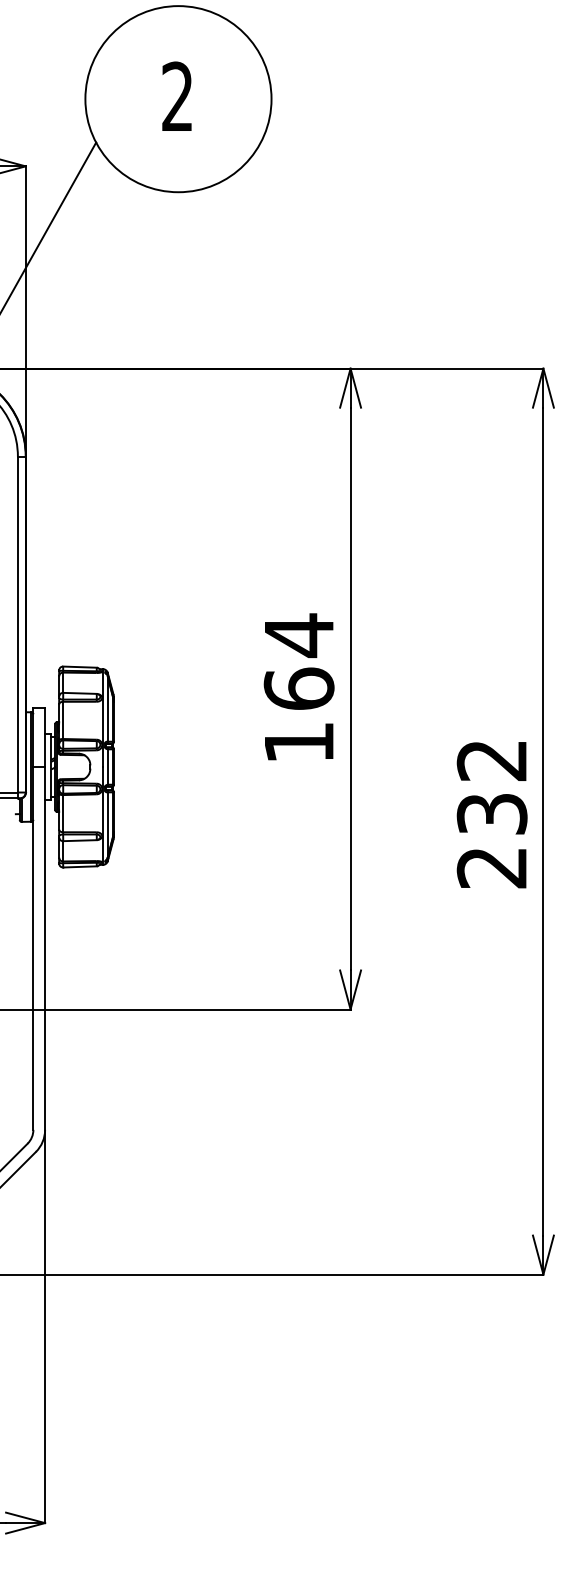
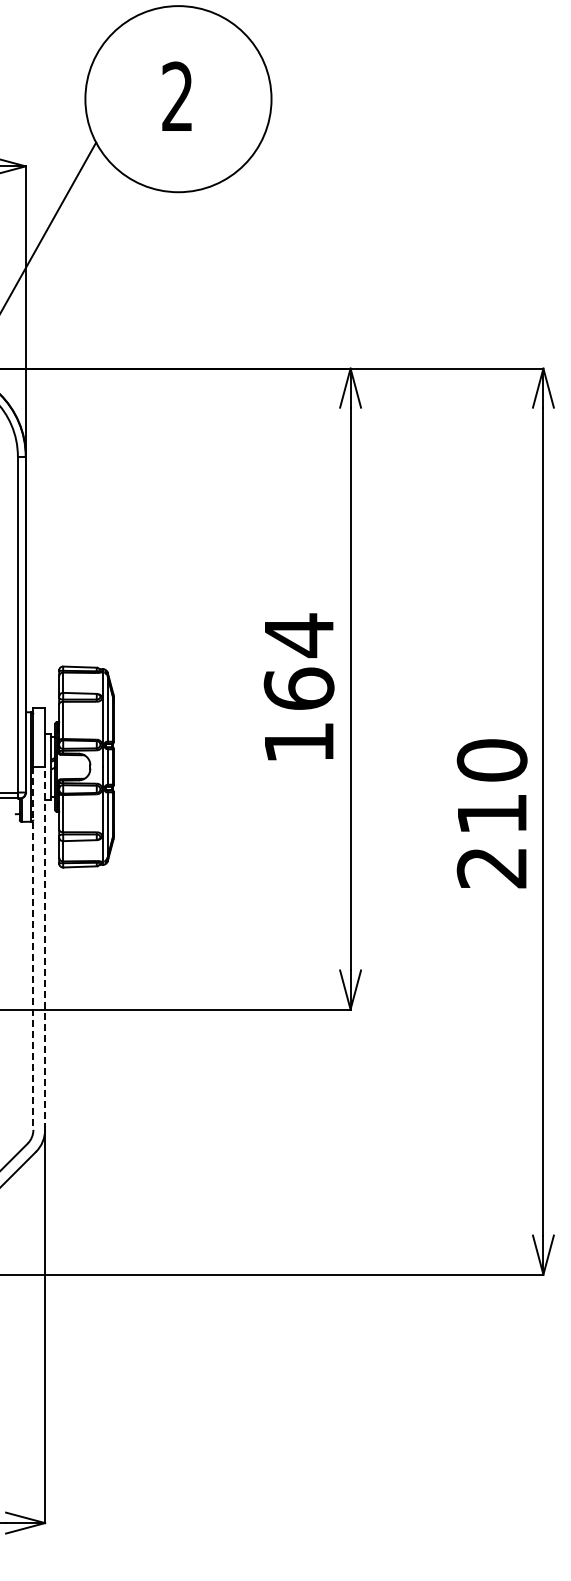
text at (491, 786): 232 -> 210
line at (45, 947): solid -> dashed
line at (33, 948): solid -> dashed
